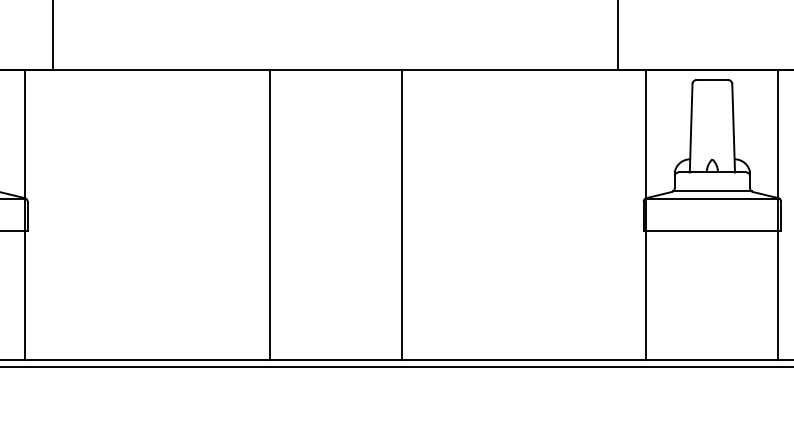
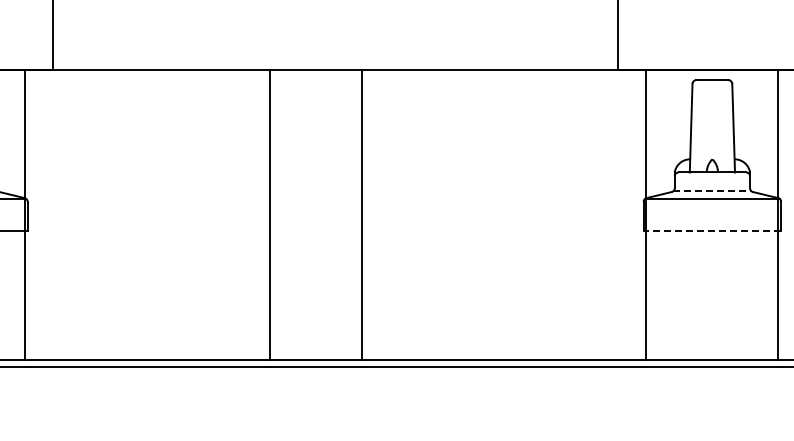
line at (712, 191): solid -> dashed
line at (401, 214) position: (401, 214) -> (361, 214)
line at (712, 230): solid -> dashed
